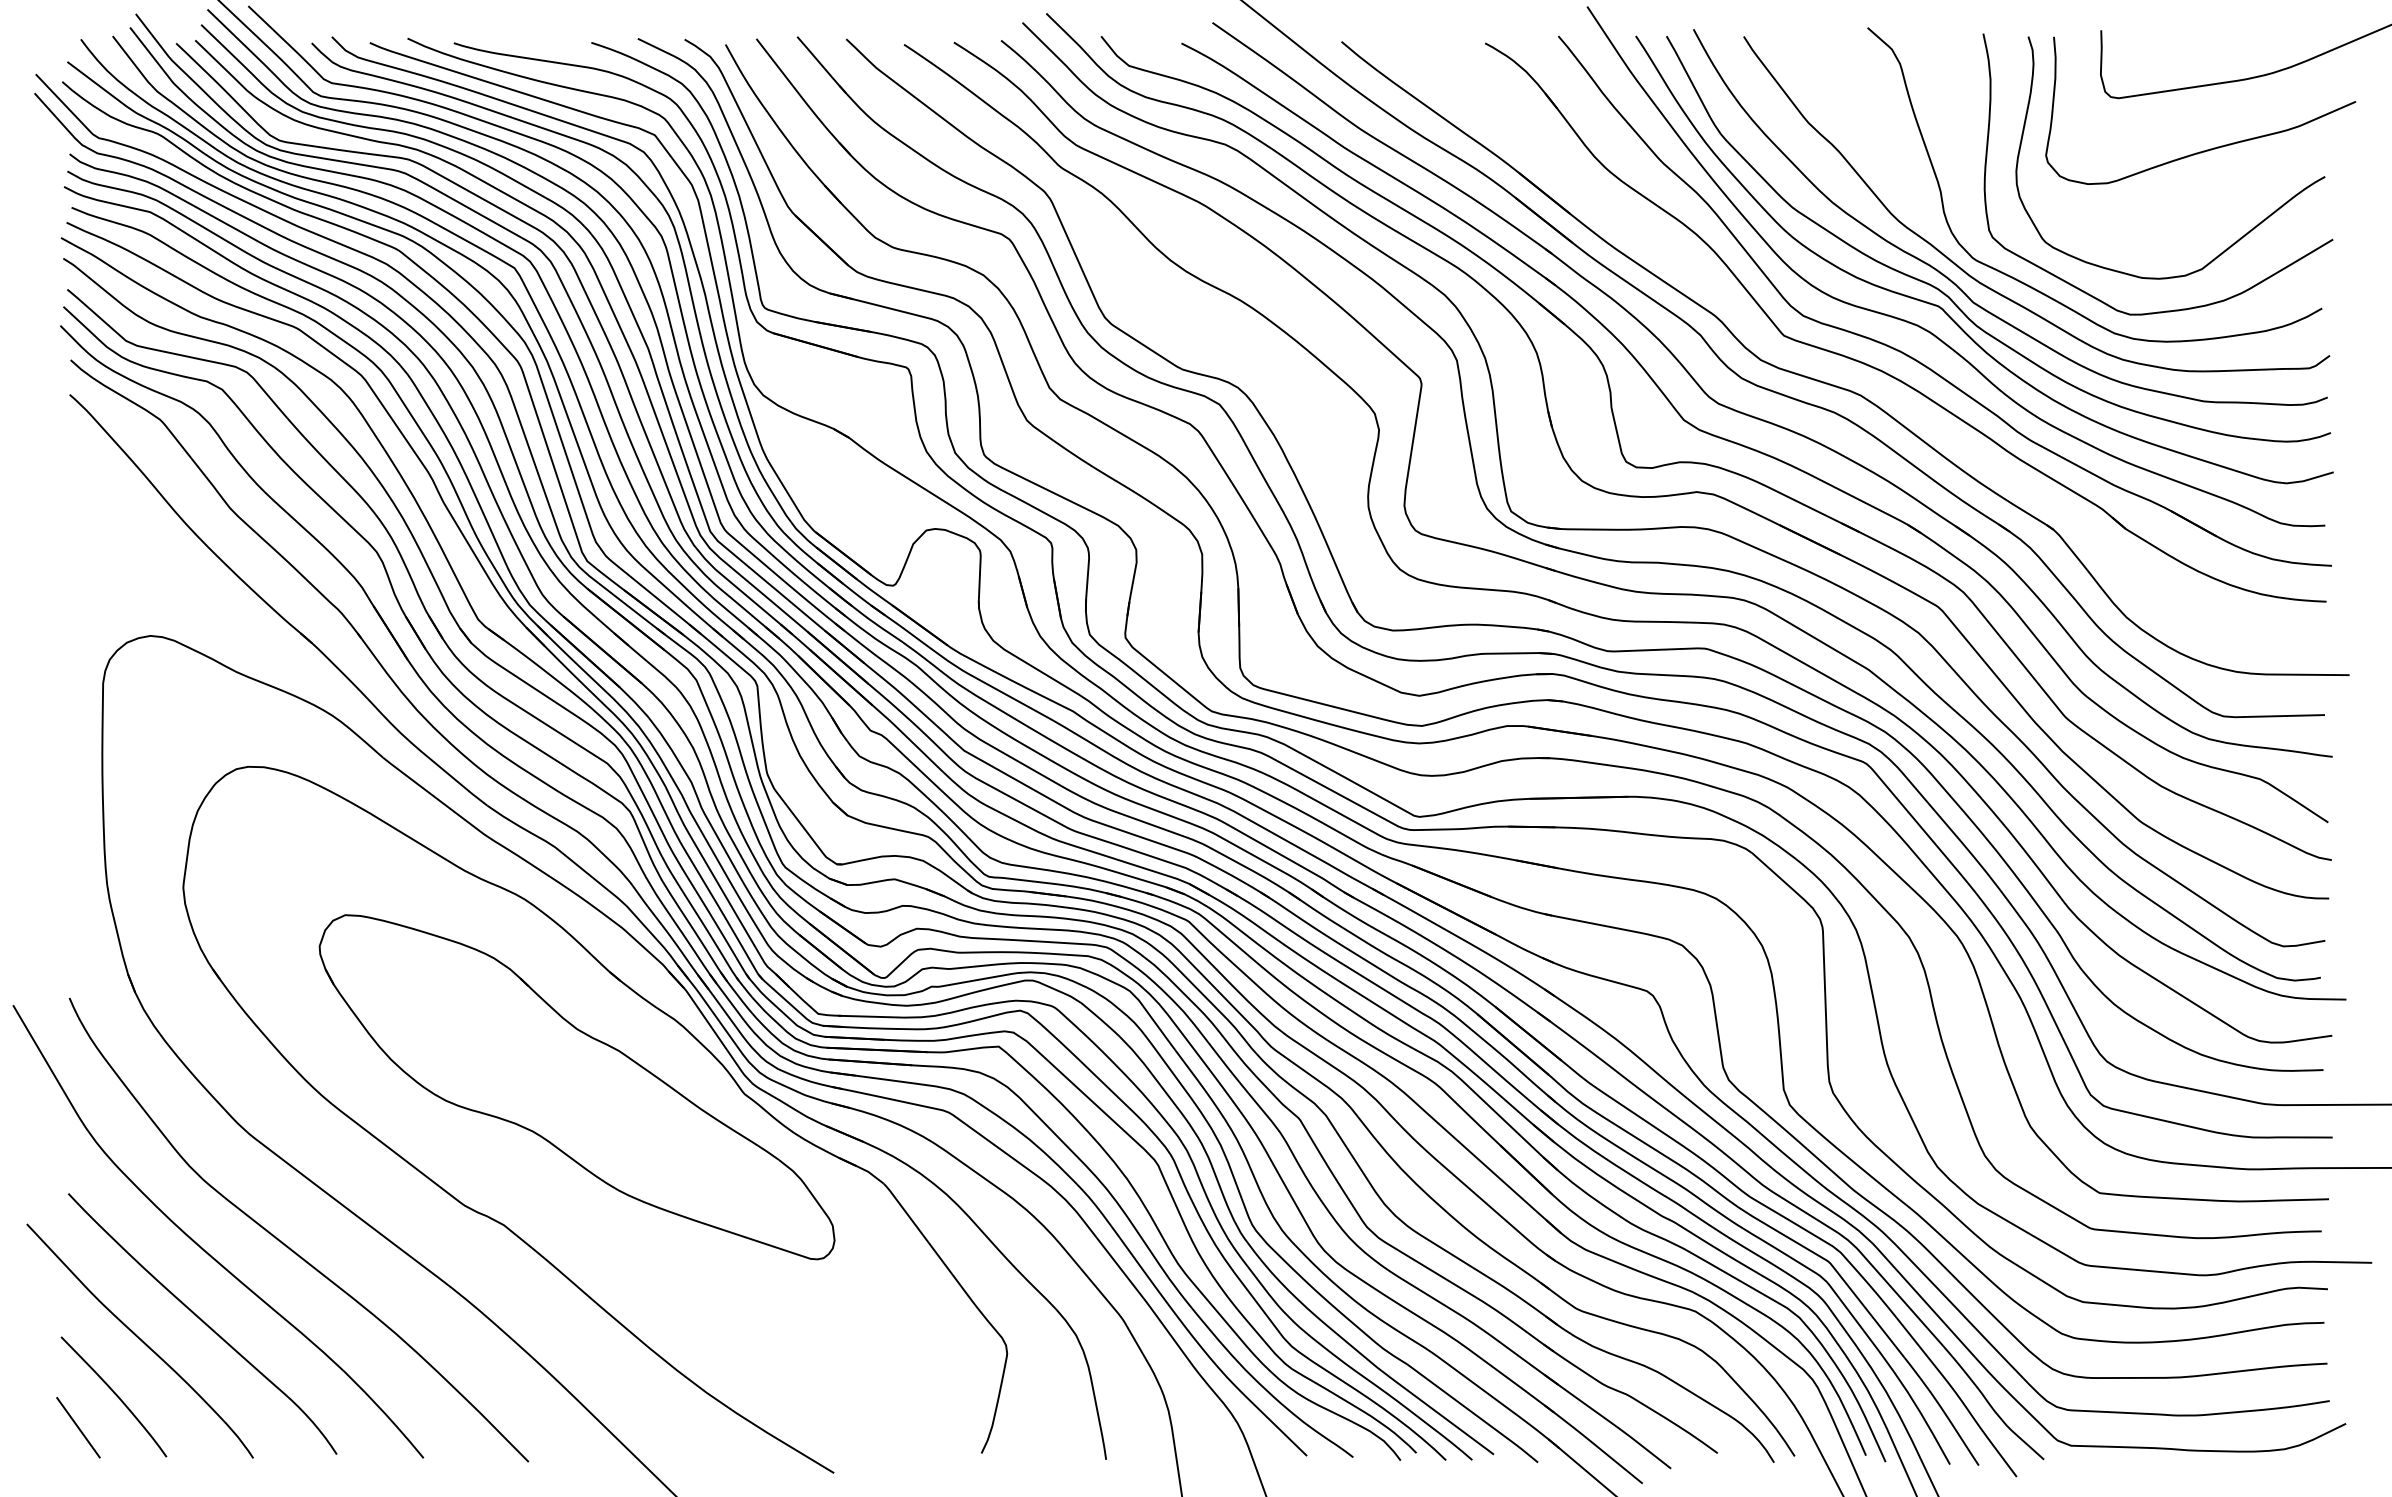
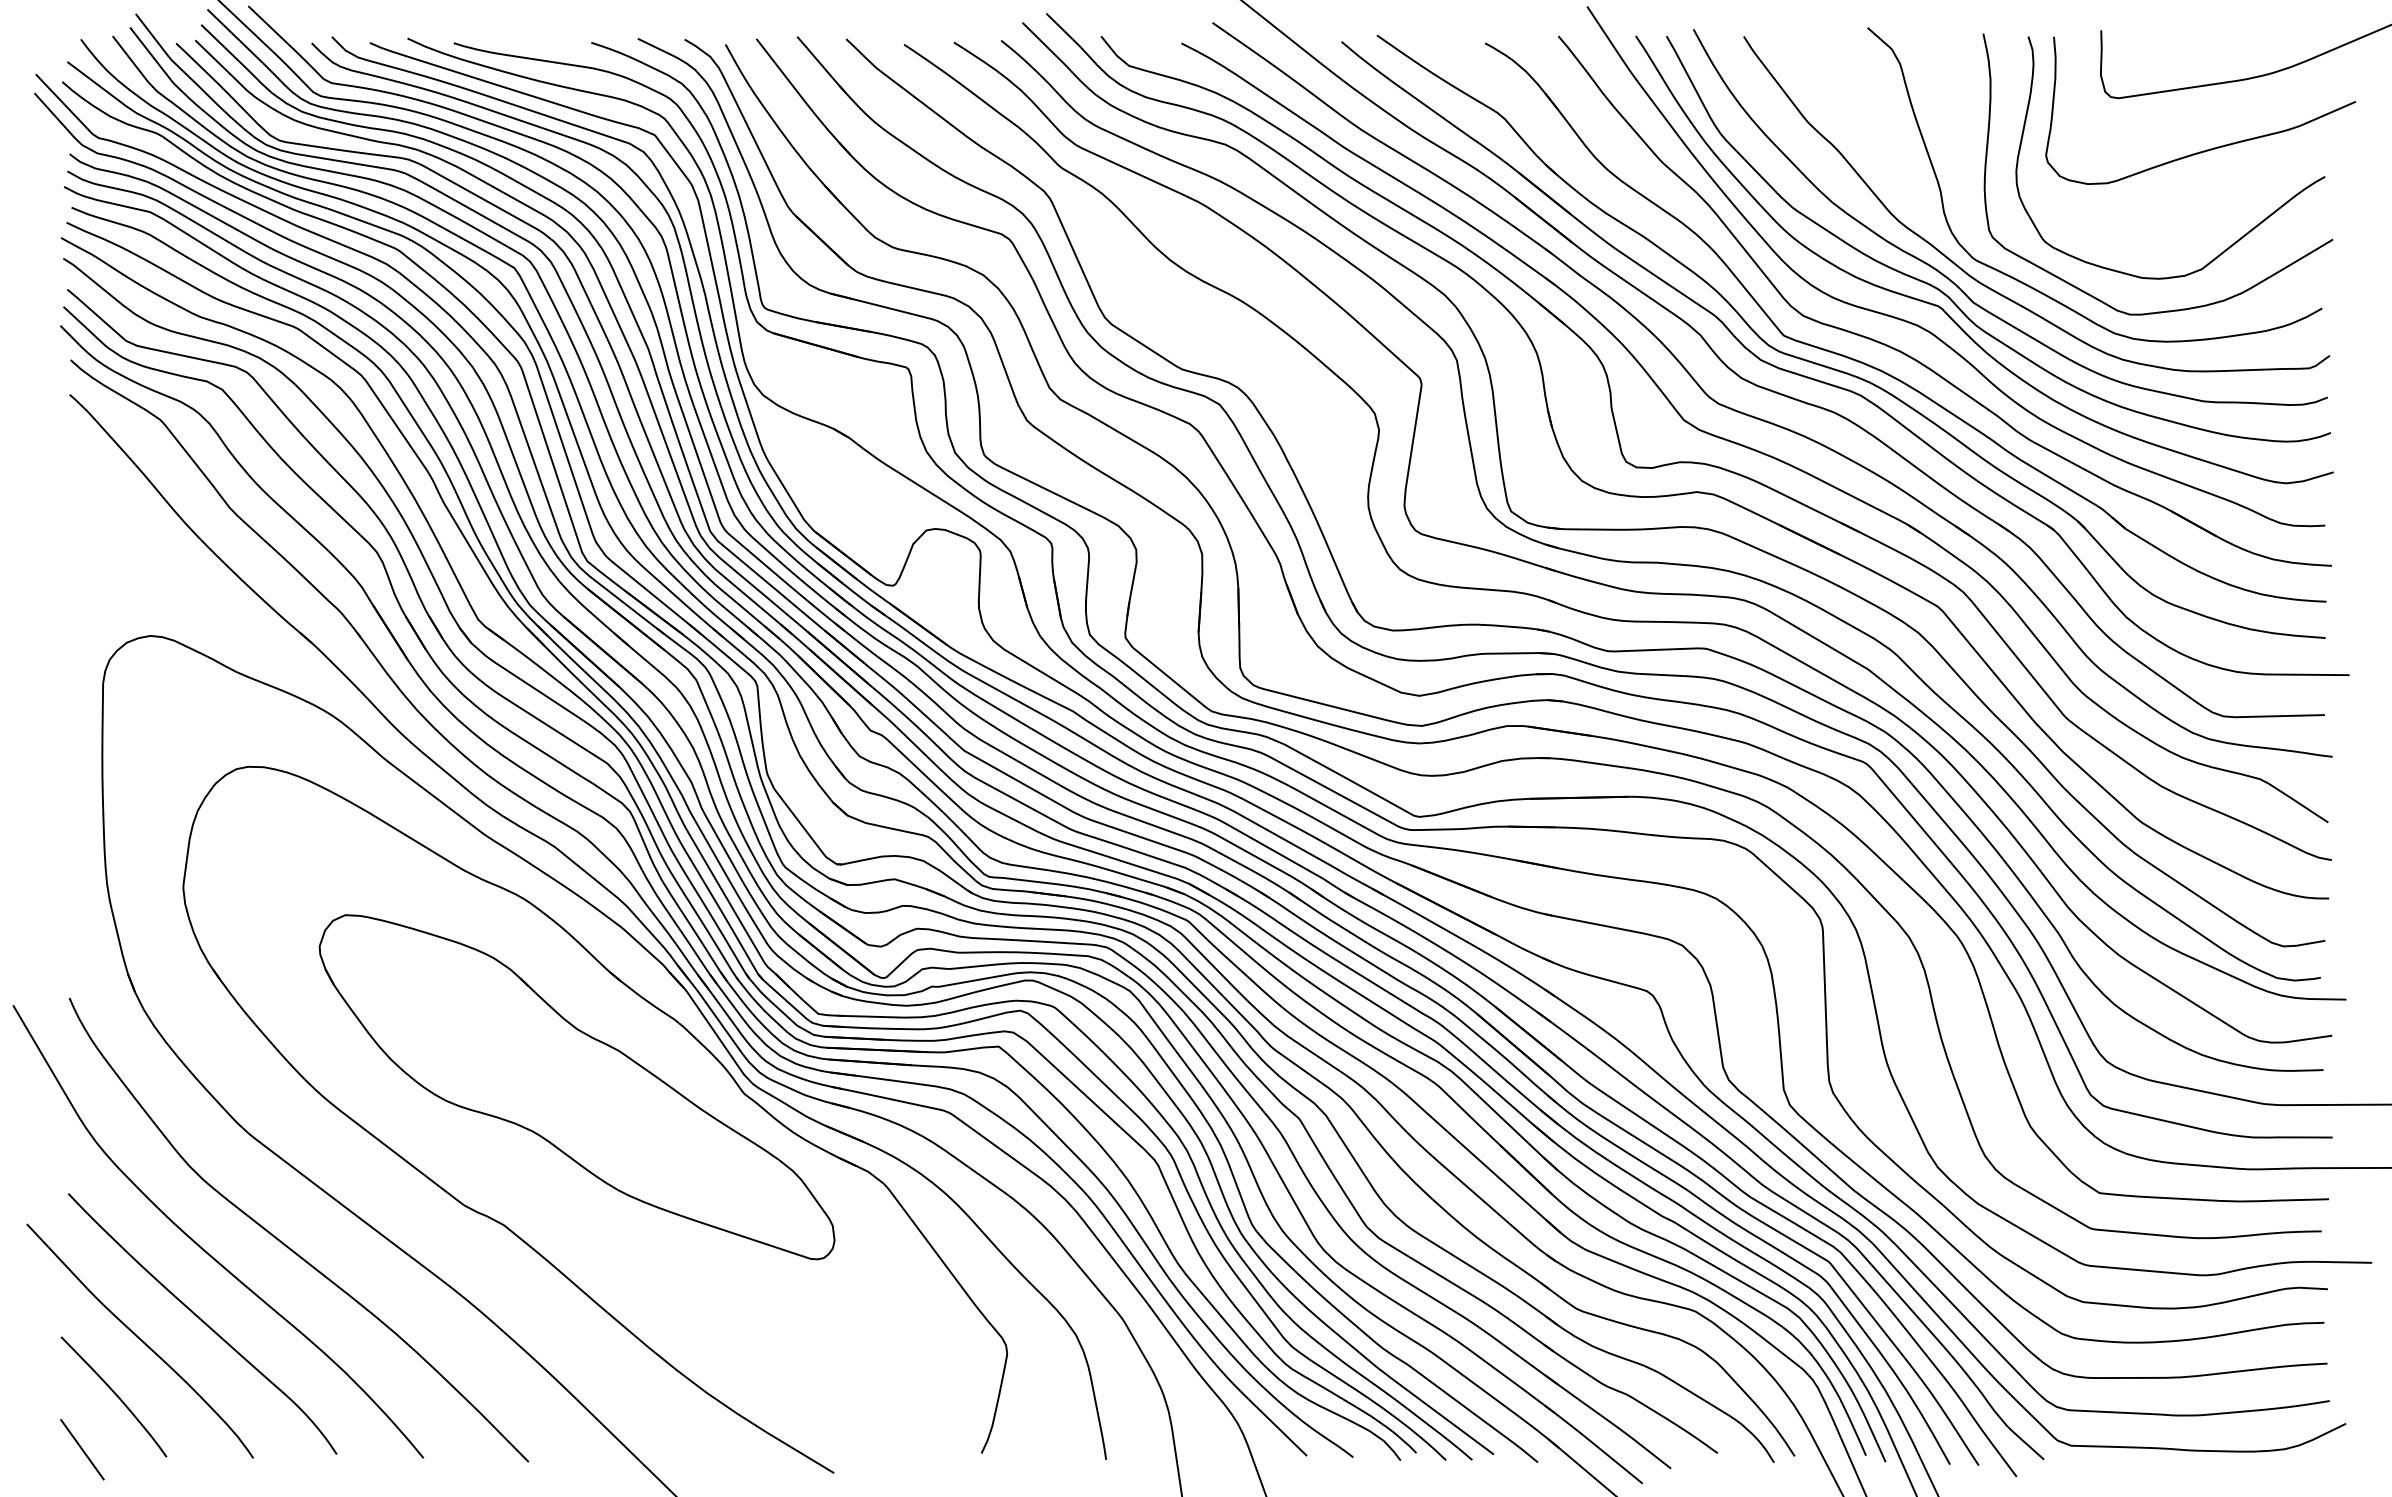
part at (1838, 369): none -> present
line at (78, 1427) position: (78, 1427) -> (82, 1449)
